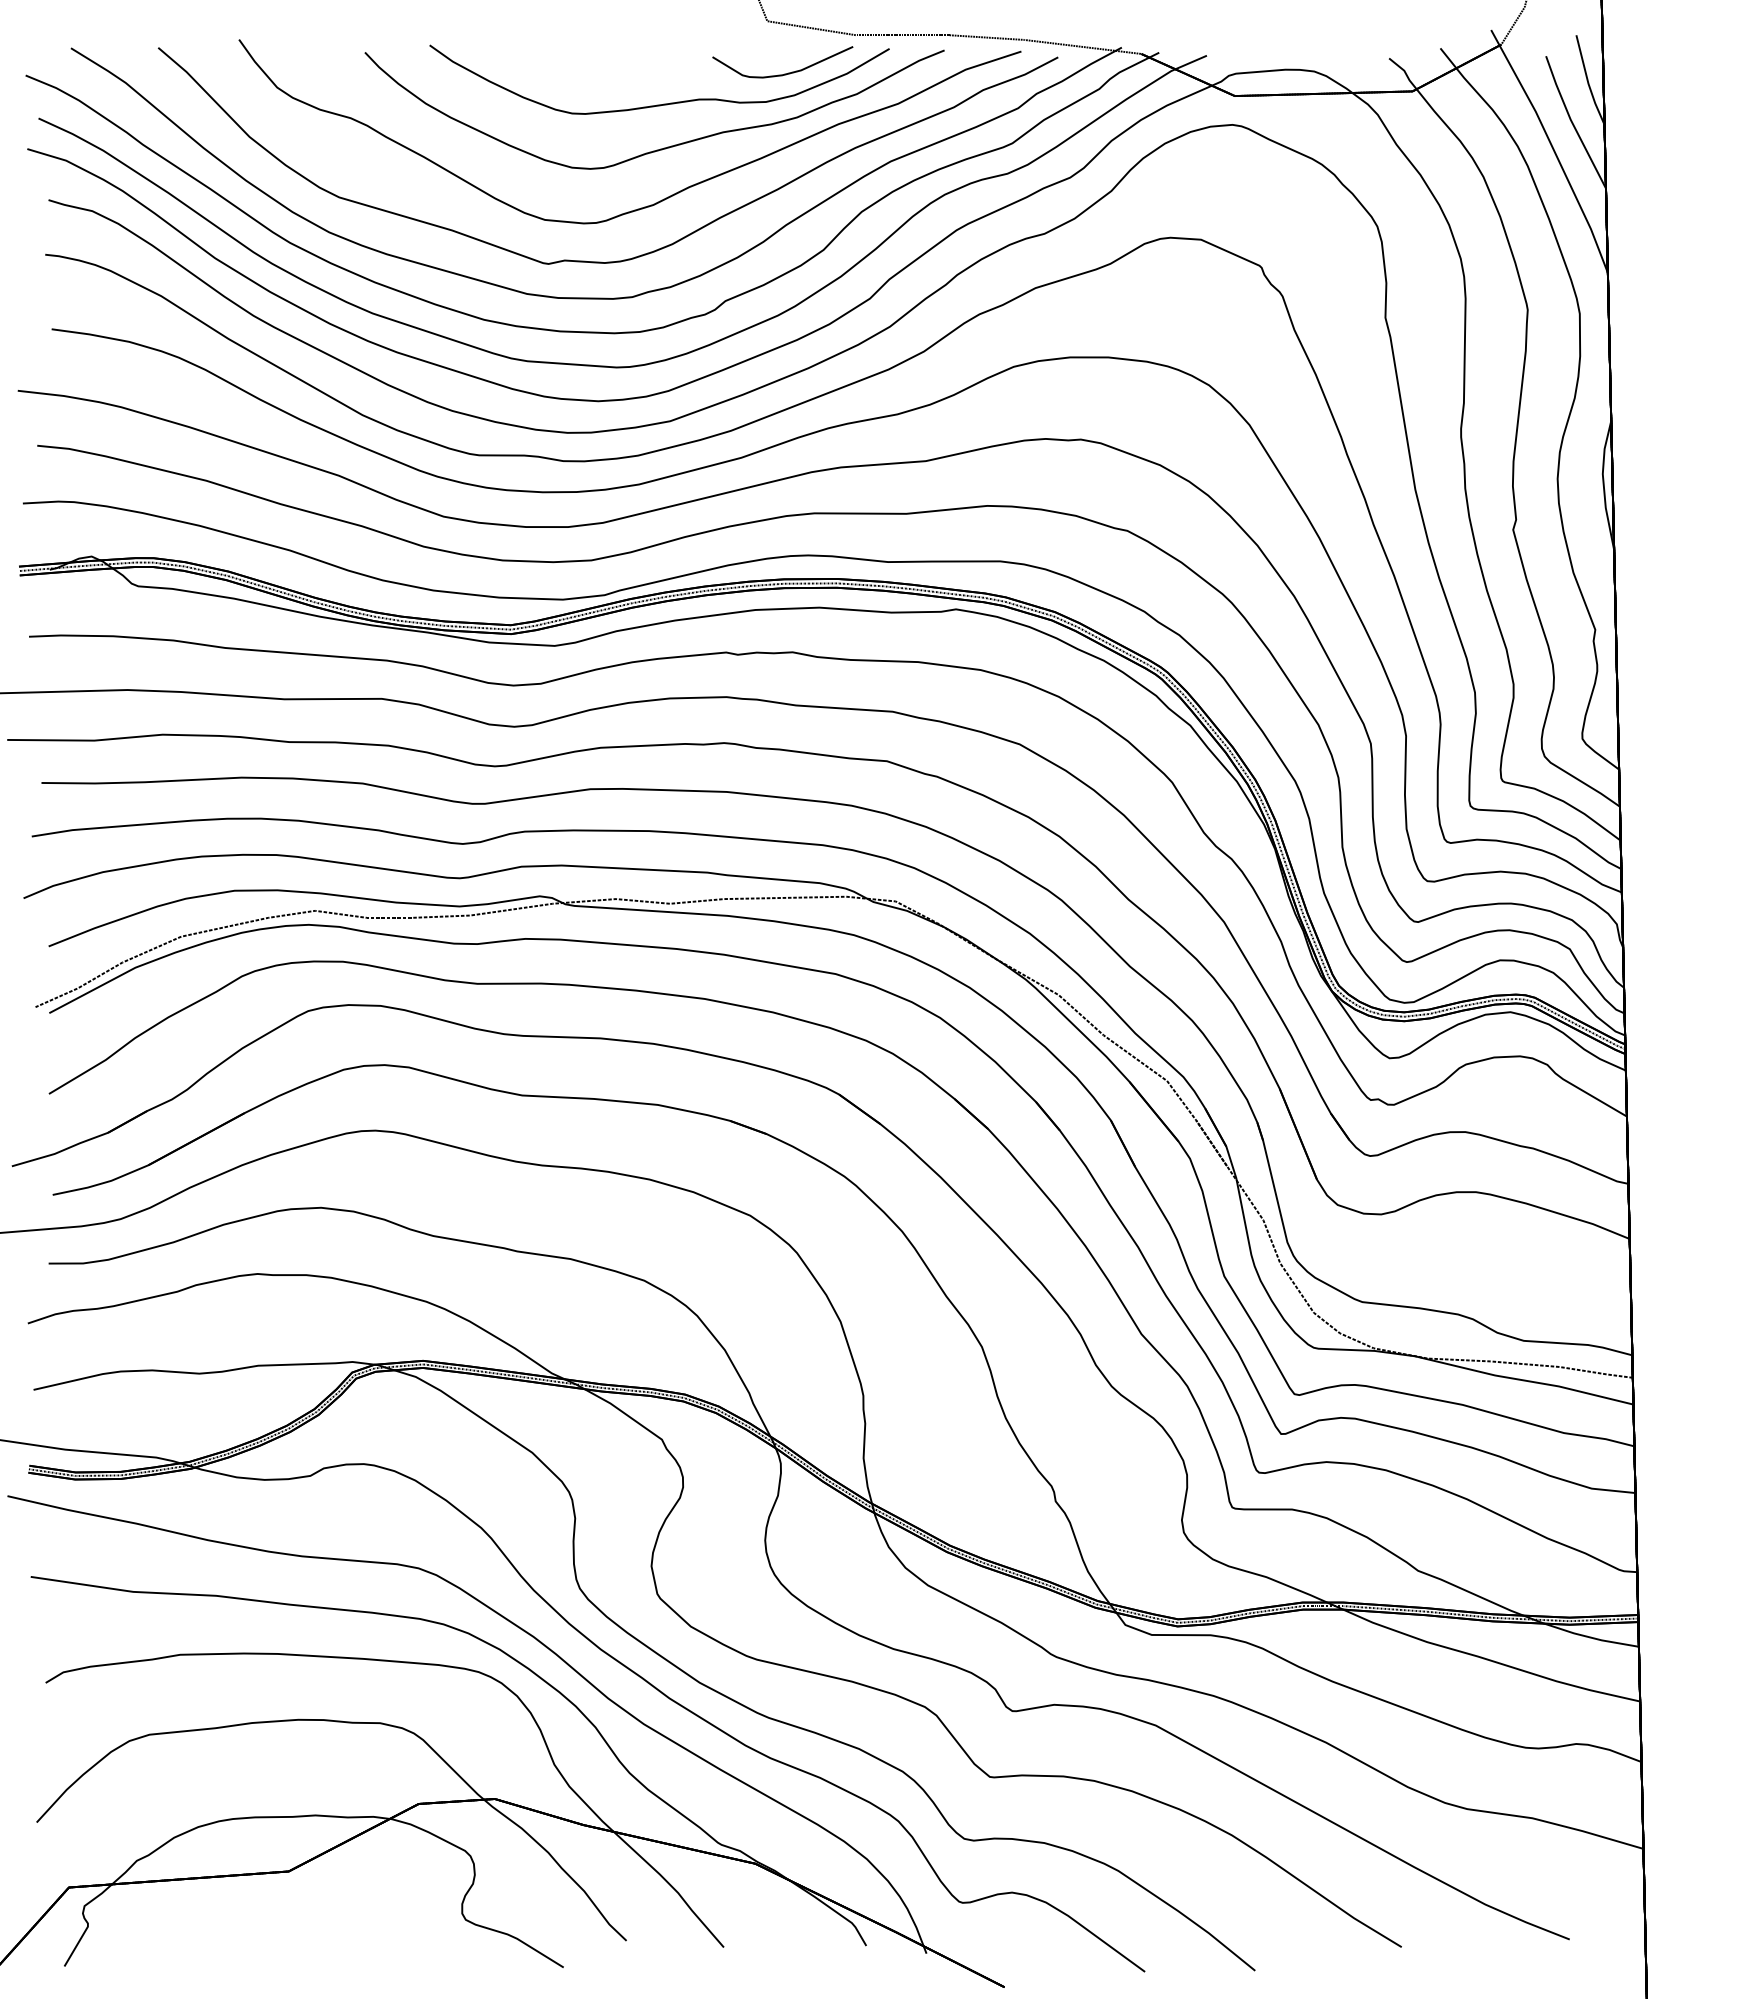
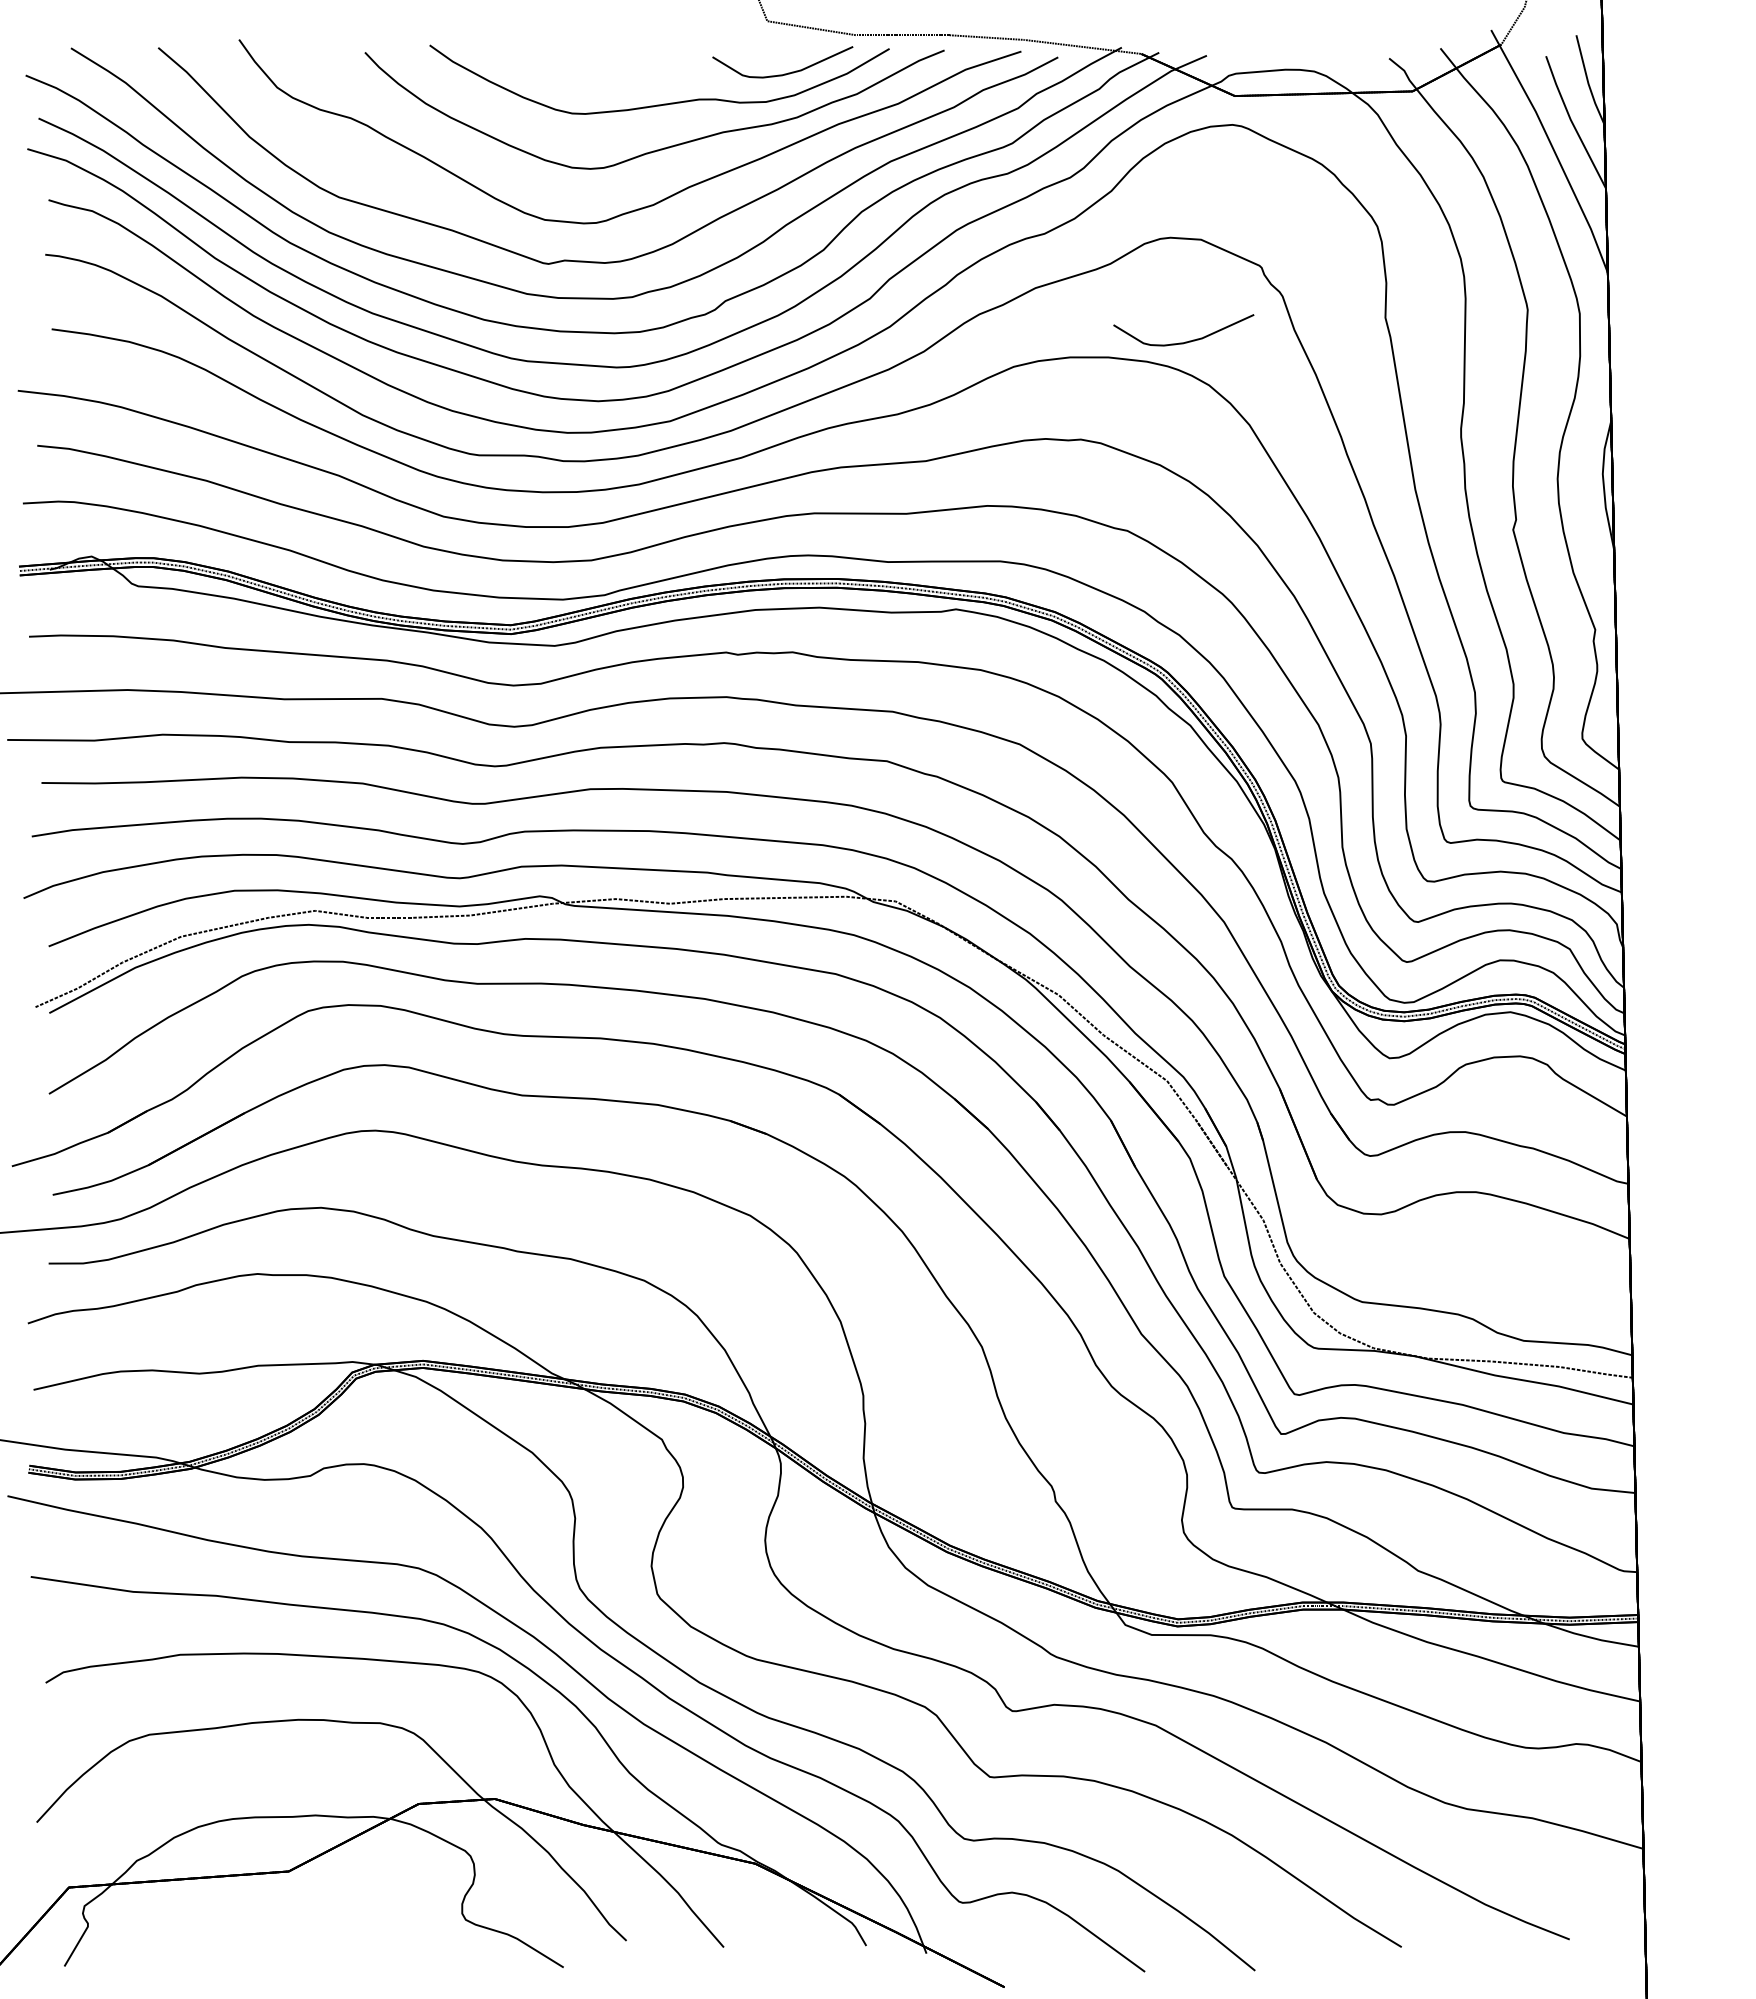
curve at (1185, 341): none -> present
